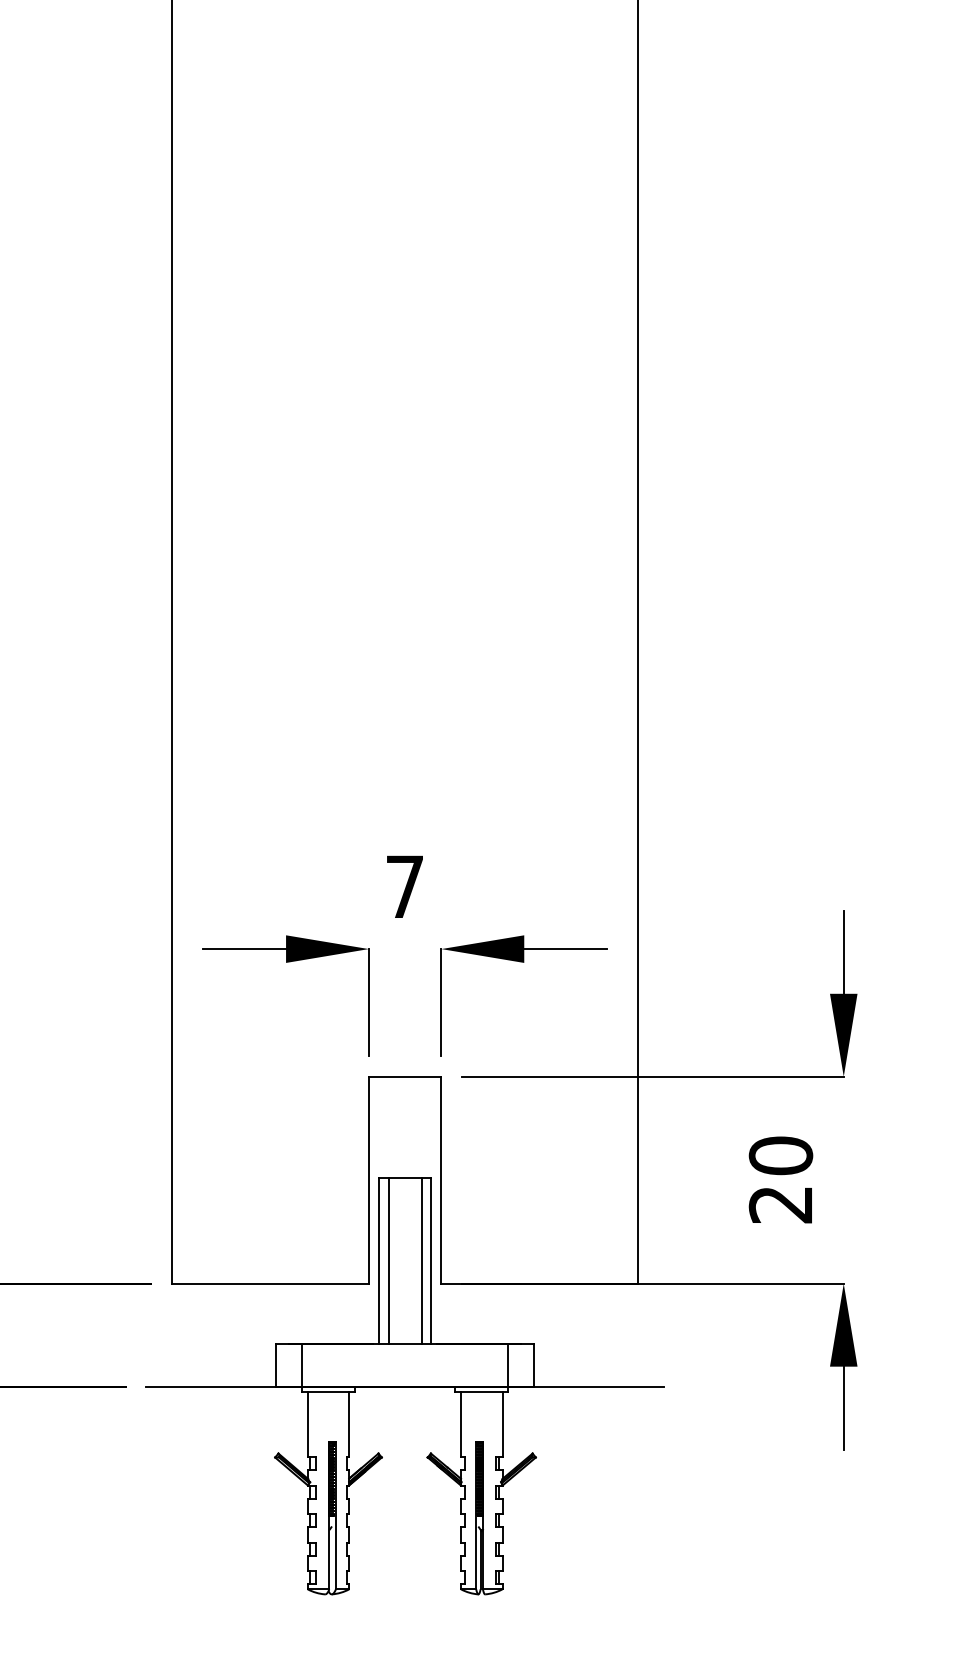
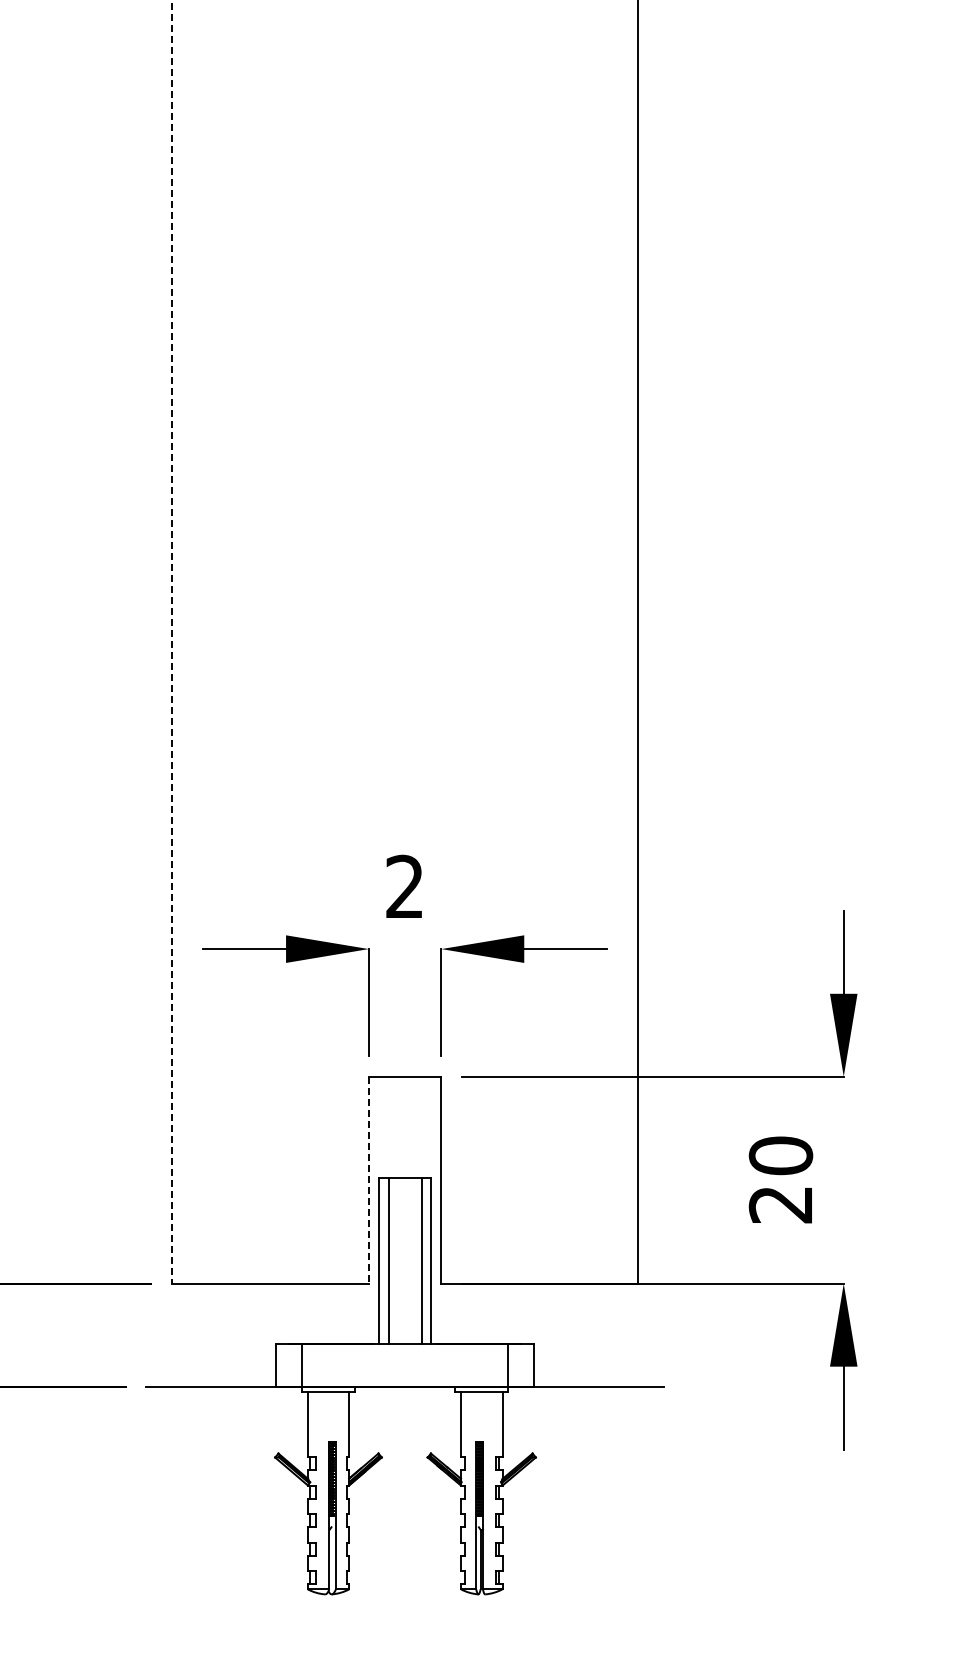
line at (172, 642): solid -> dashed
text at (404, 885): 7 -> 2
line at (368, 1180): solid -> dashed
